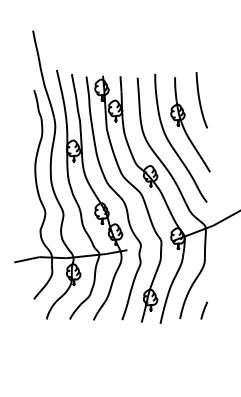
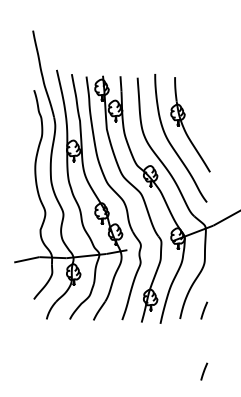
curve at (200, 100): present -> none
line at (204, 371): none -> present
